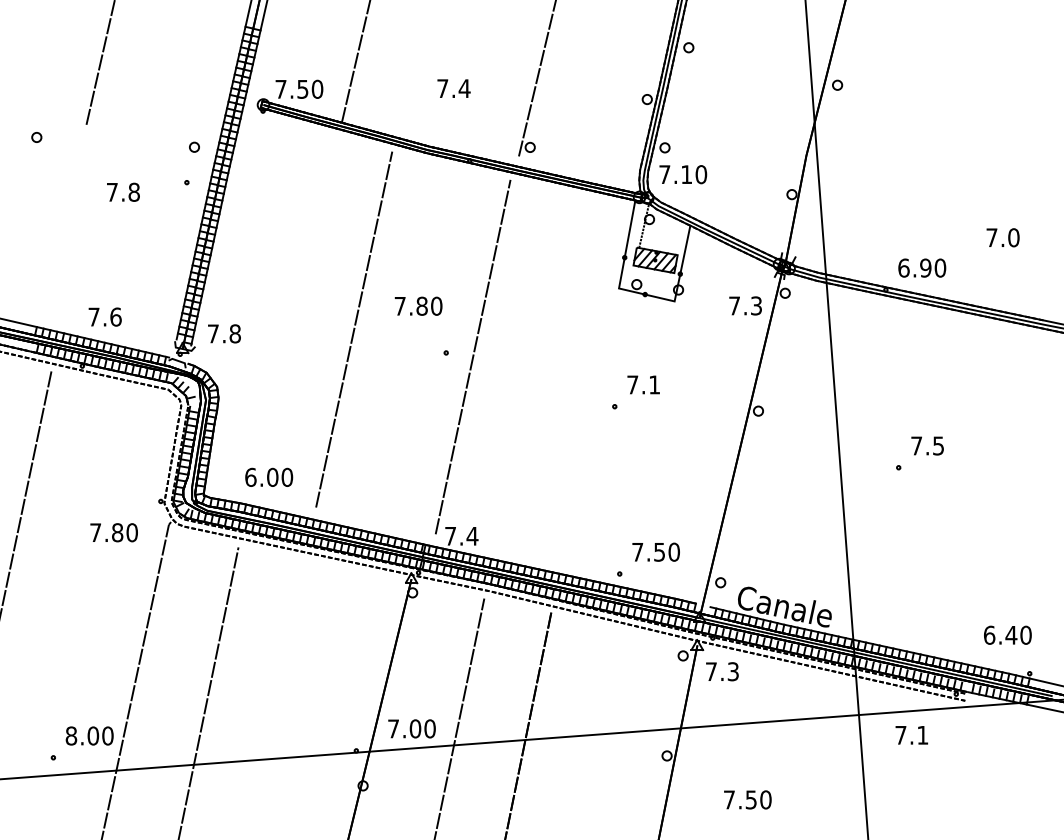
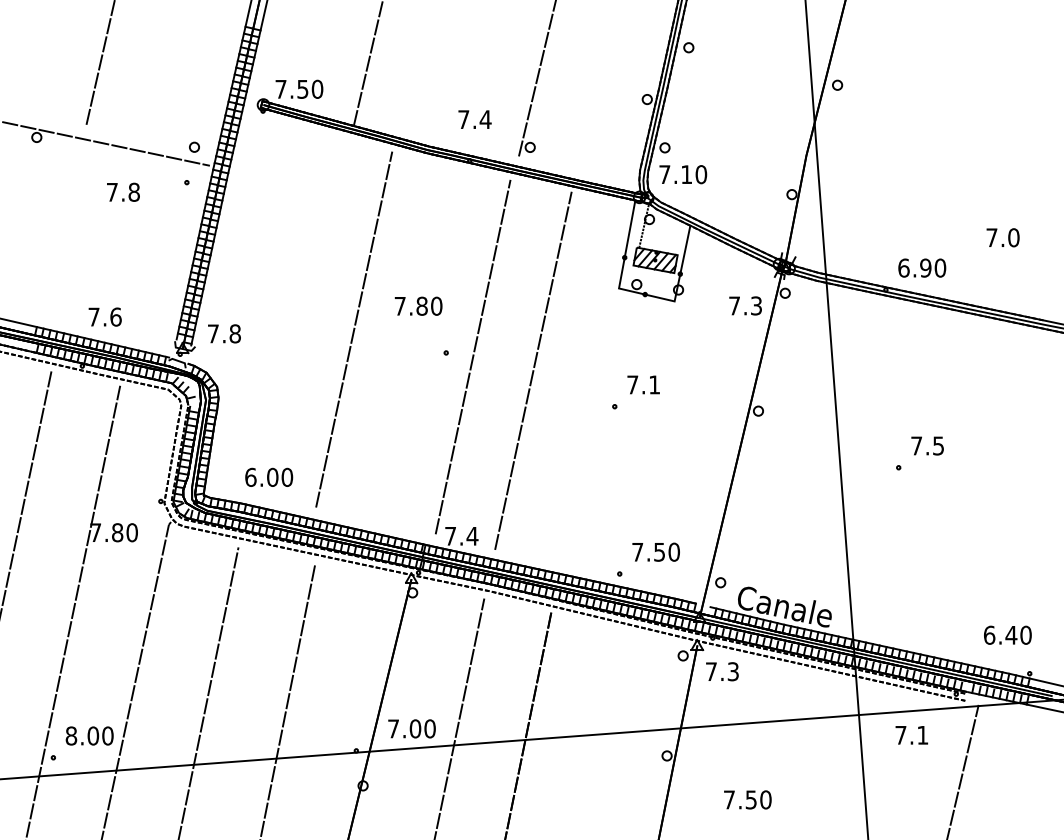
line at (355, 62) position: (355, 62) -> (367, 64)
text at (453, 88) position: (453, 88) -> (474, 119)
line at (105, 143): none -> present
line at (533, 370): none -> present
line at (73, 610): none -> present
line at (288, 700): none -> present
line at (962, 770): none -> present
